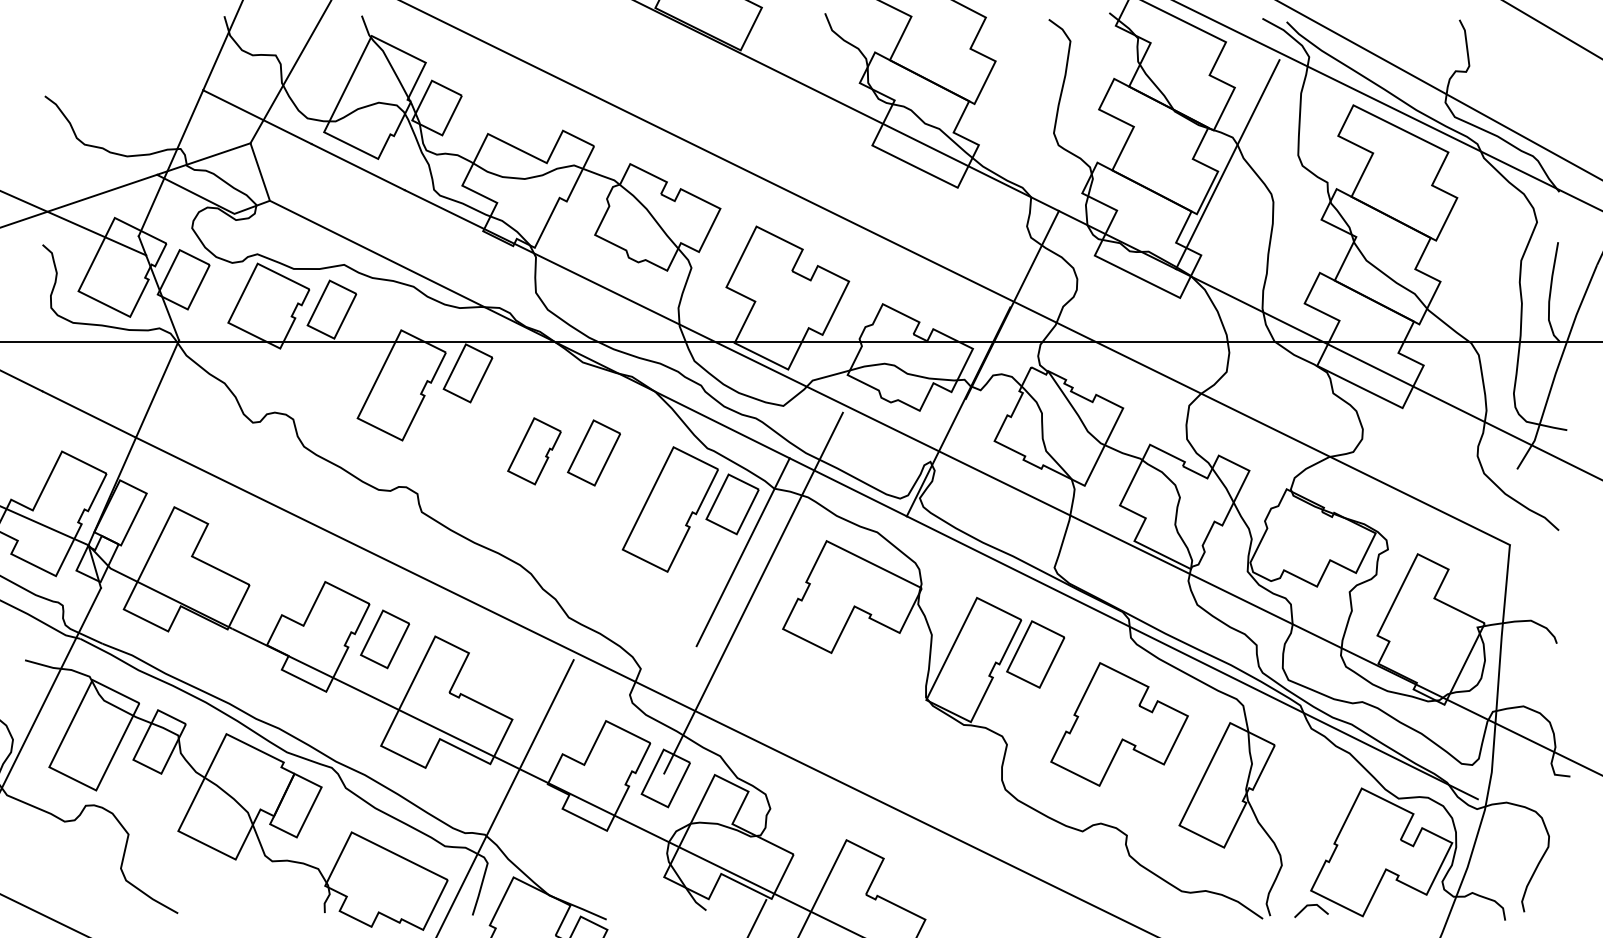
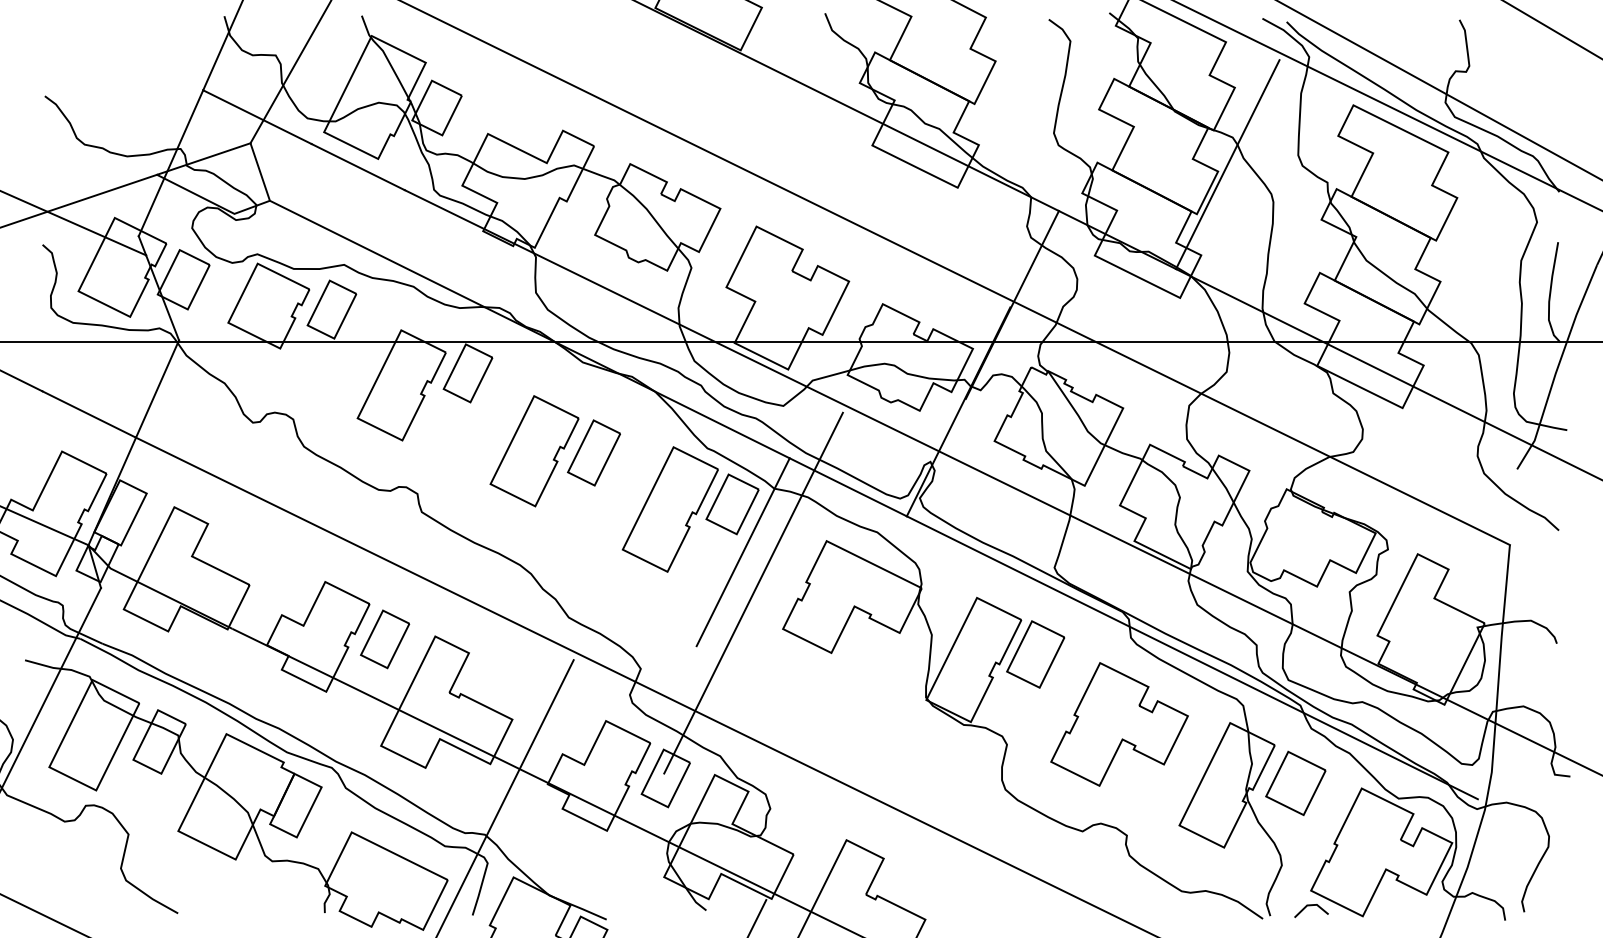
part at (534, 451) size: 55x69 px -> 91x113 px
part at (1295, 782): none -> present
